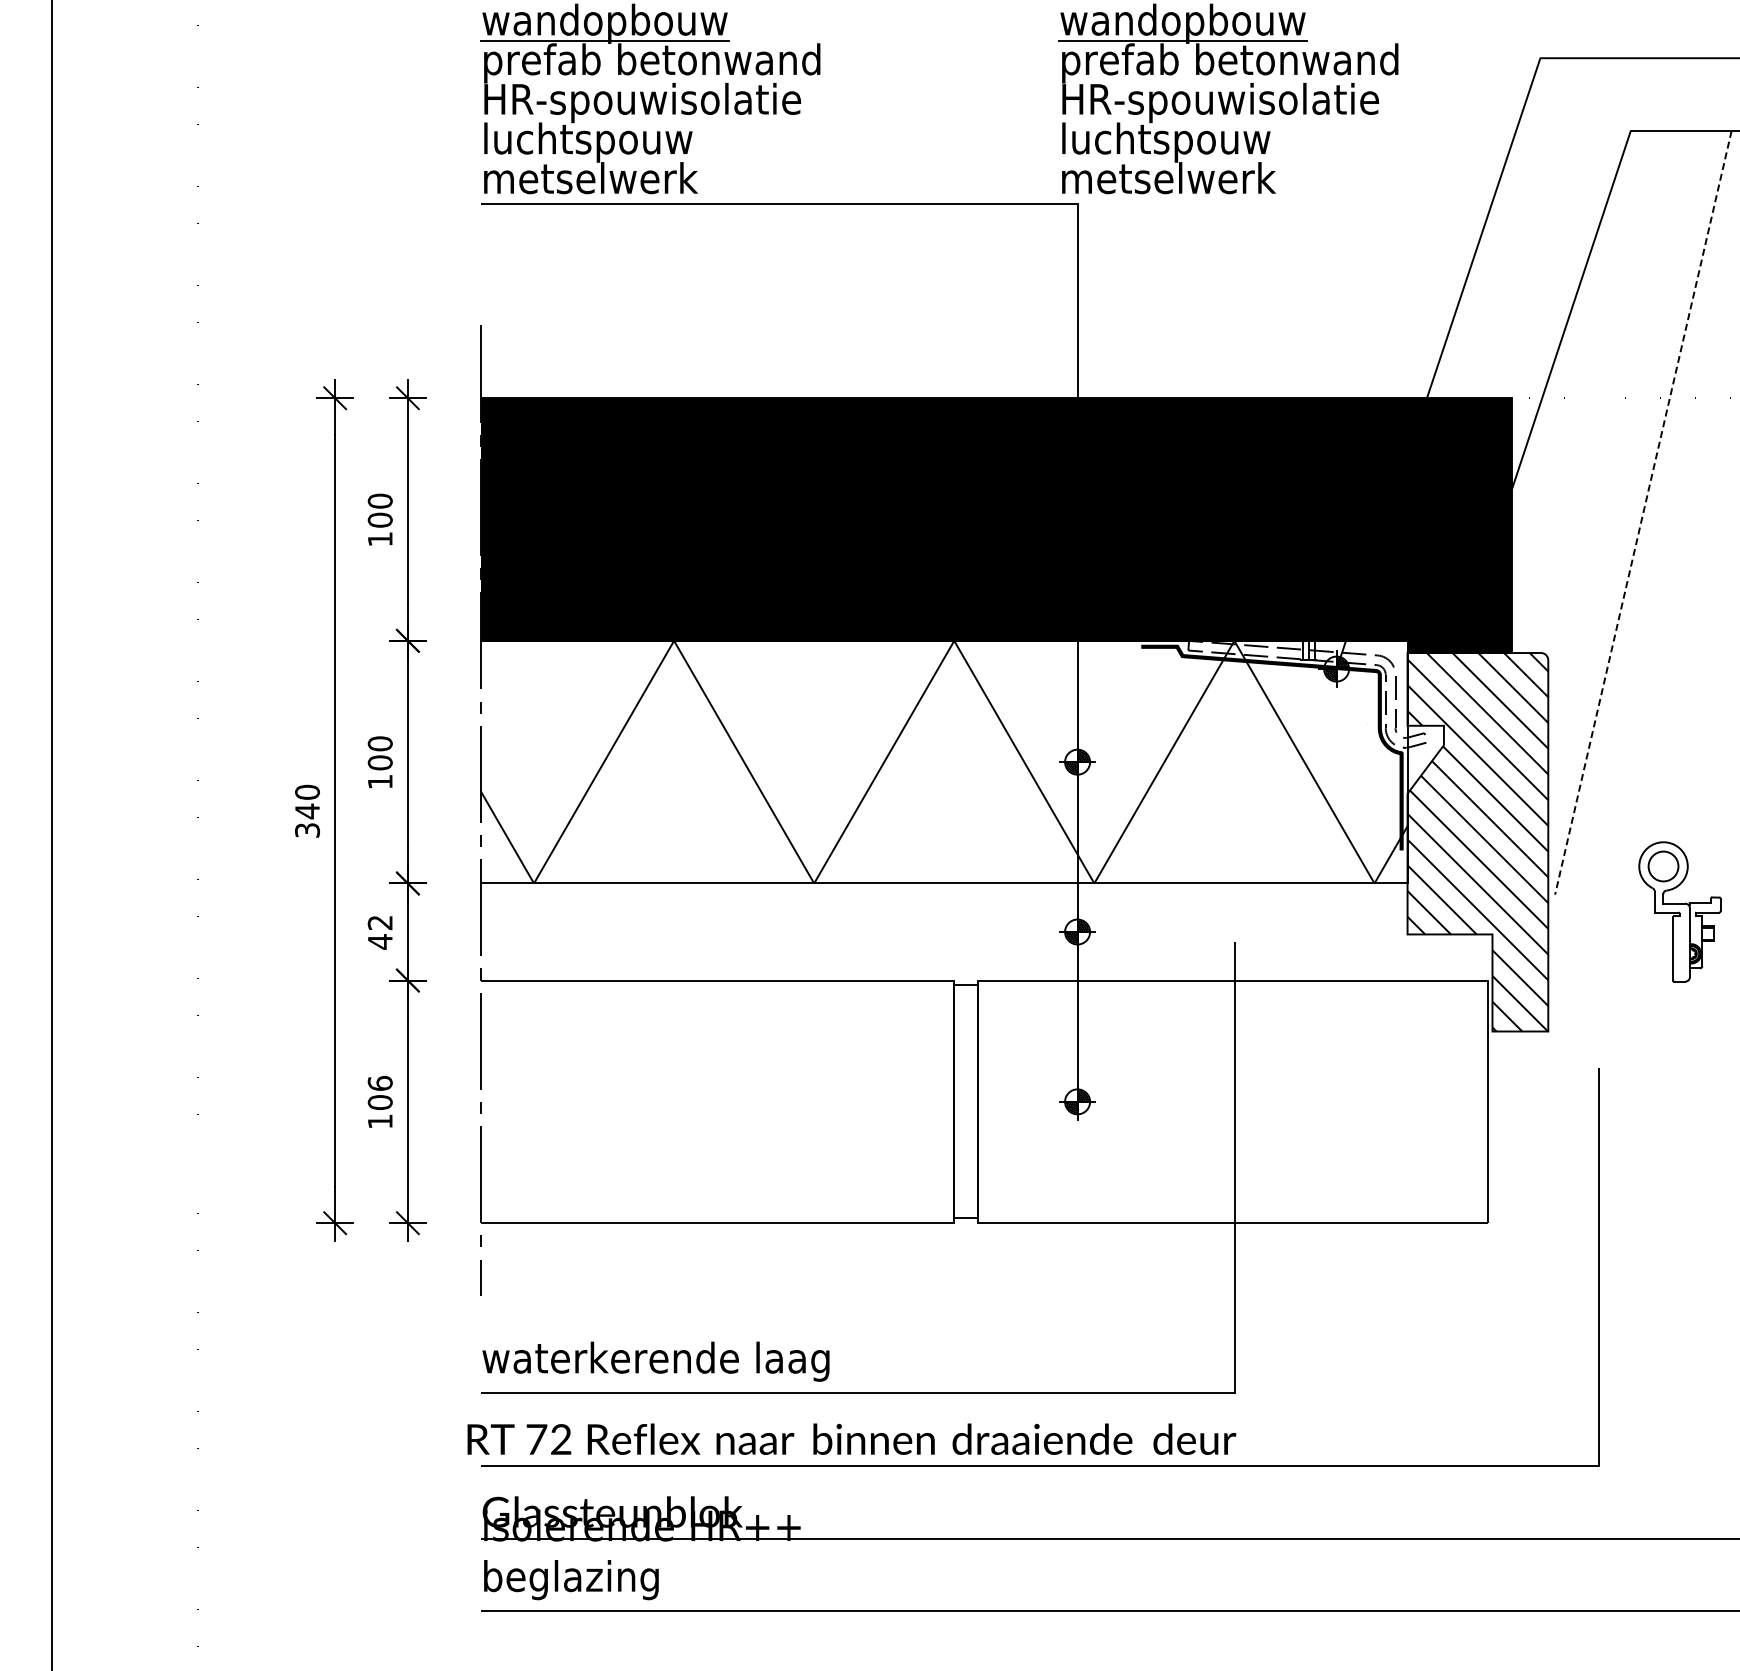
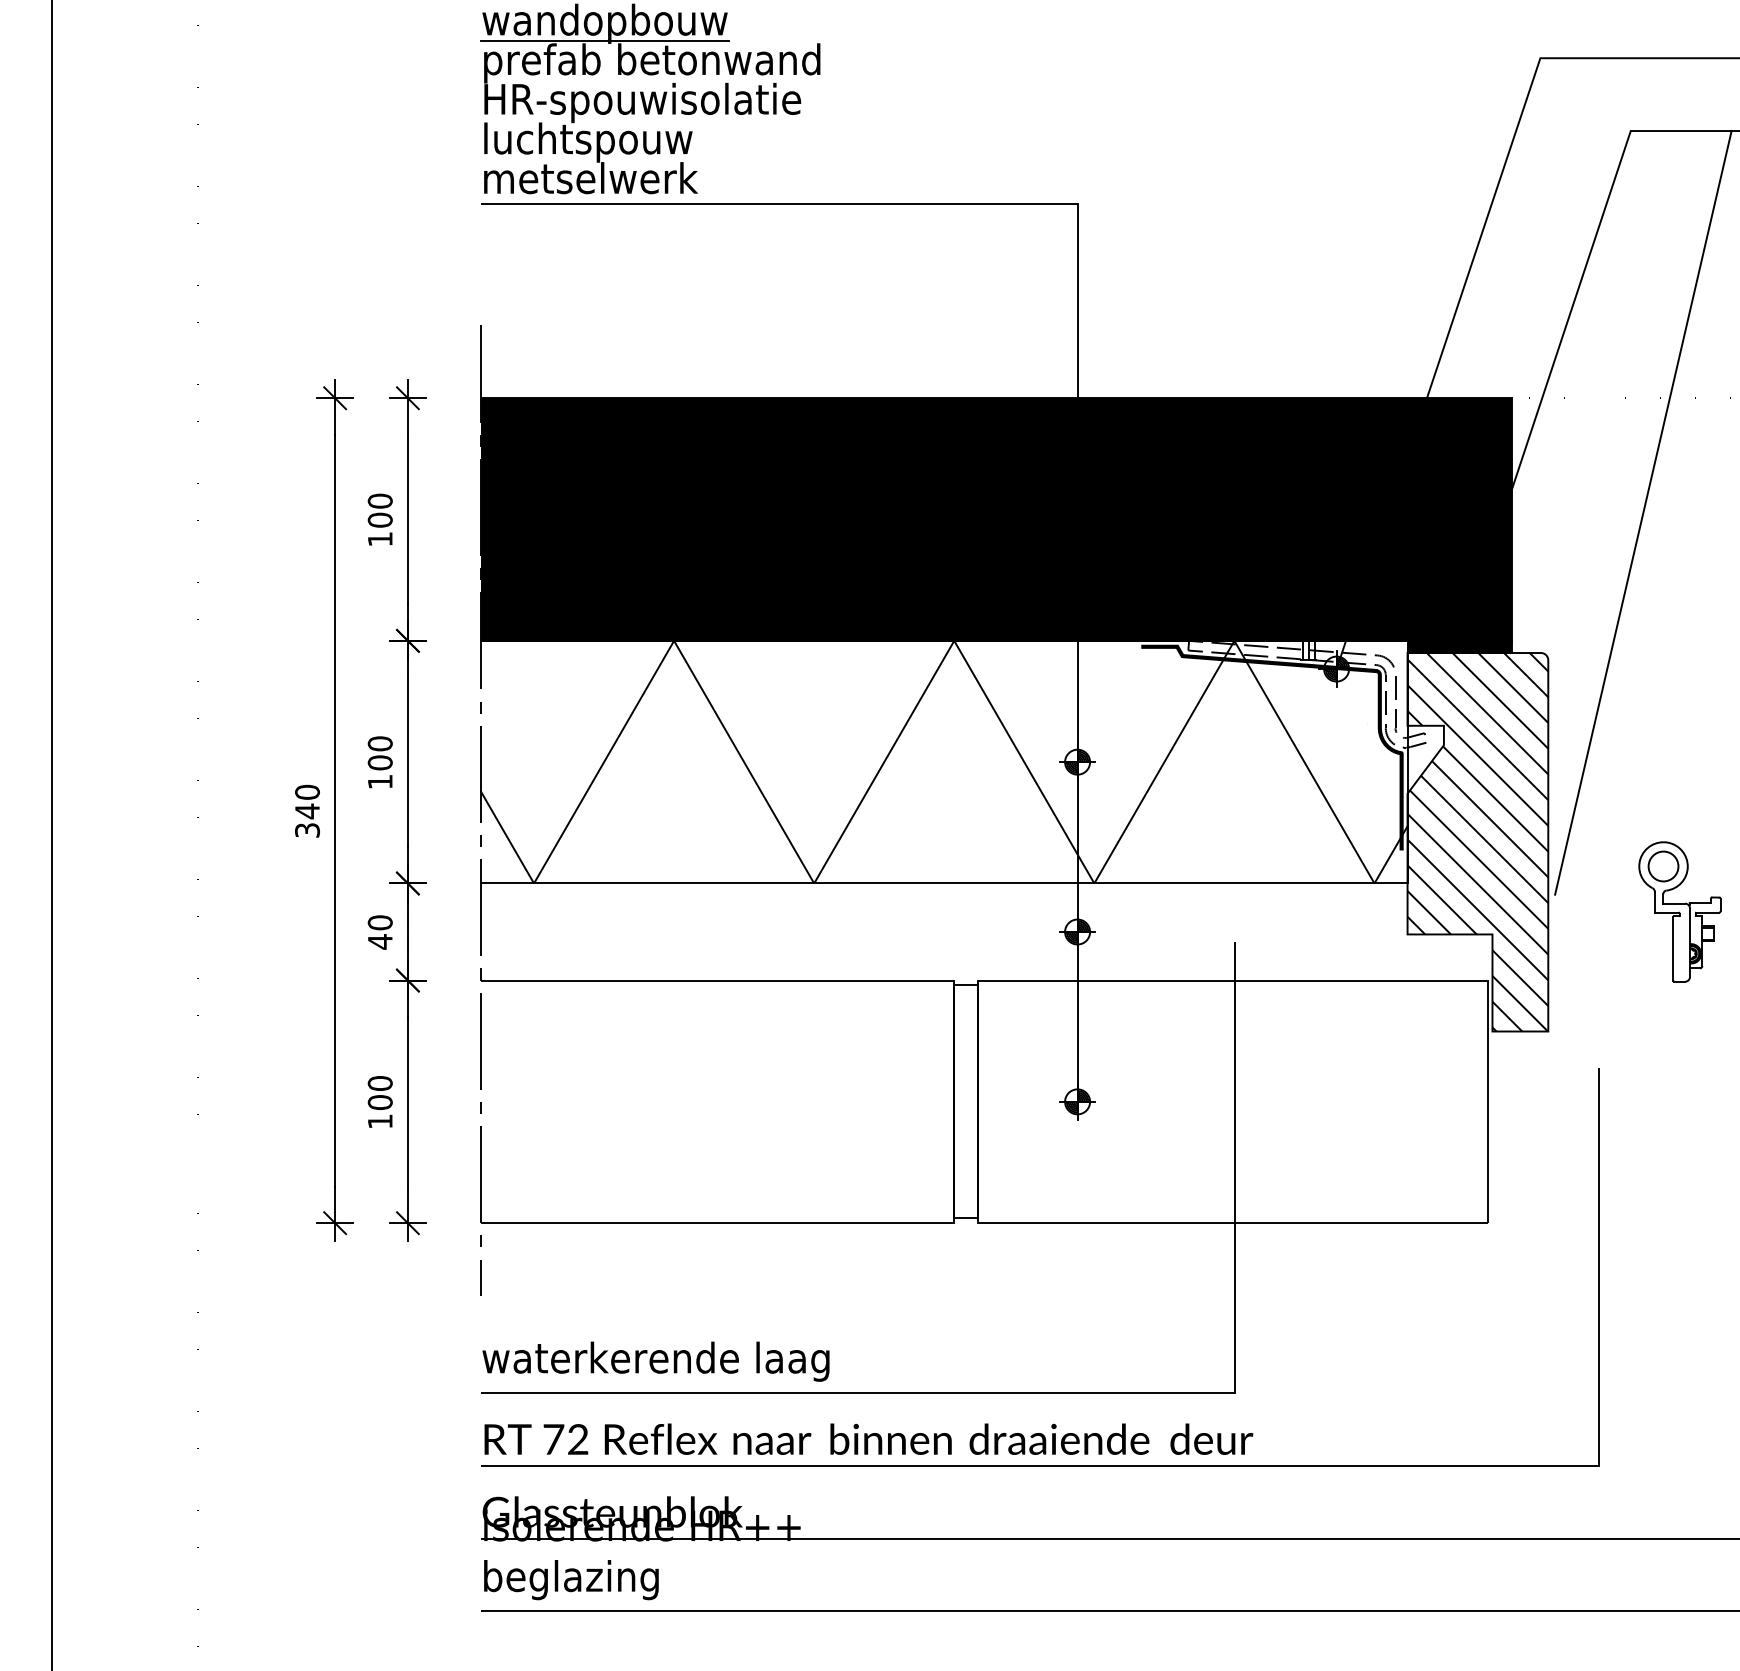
part at (1228, 98): present -> none
line at (1643, 512): dashed -> solid
text at (379, 922): 42 -> 40
text at (379, 1082): 106 -> 100
text at (851, 1438) position: (851, 1438) -> (868, 1438)
